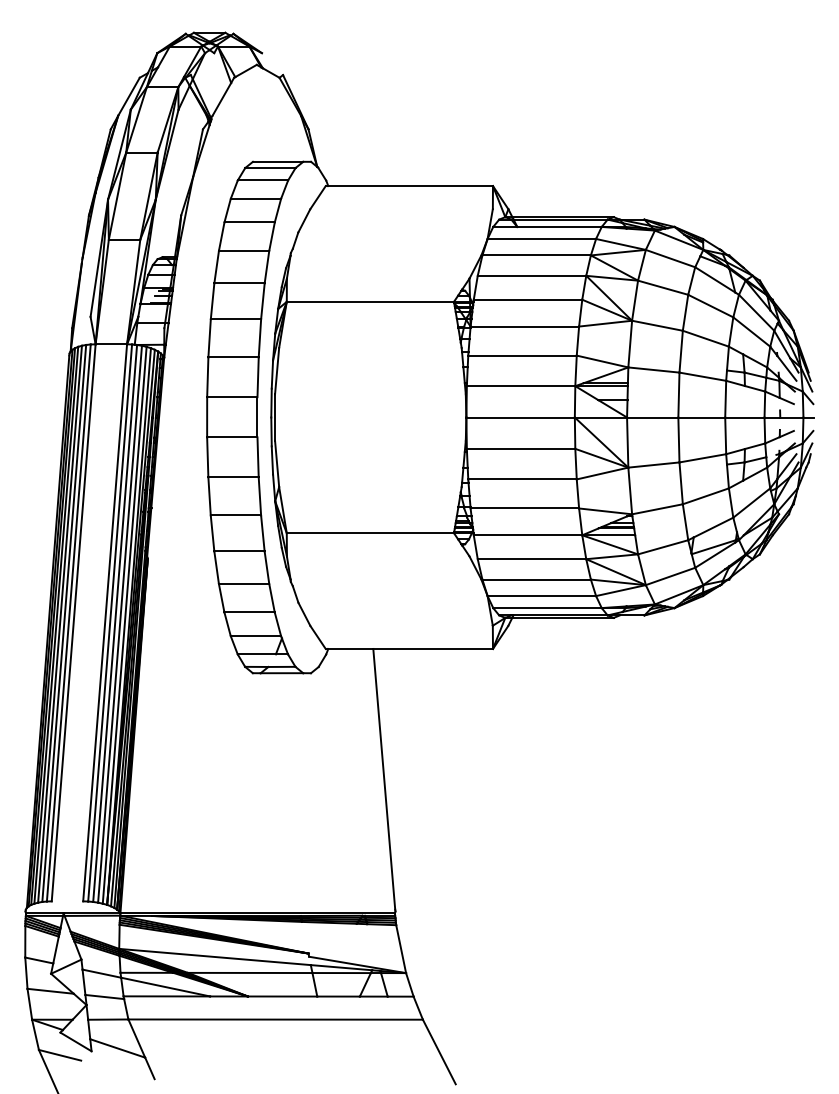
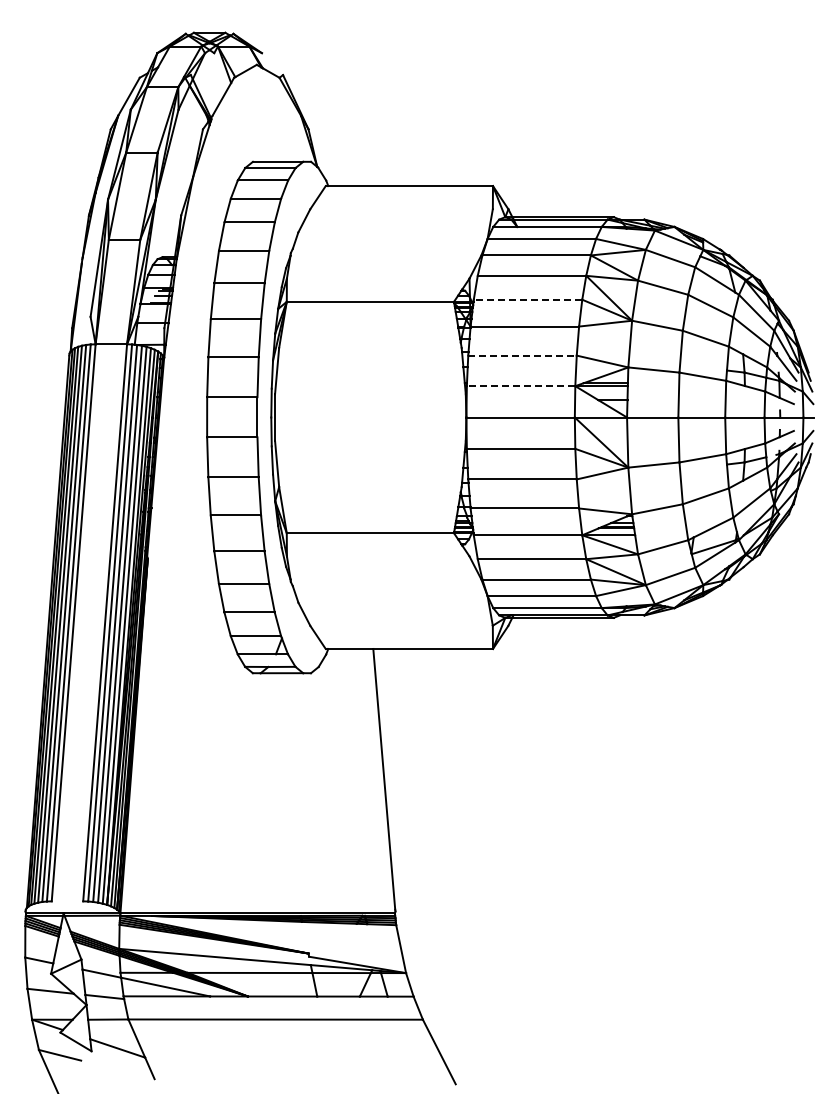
line at (527, 299): solid -> dashed
line at (523, 355): solid -> dashed
line at (520, 386): solid -> dashed
